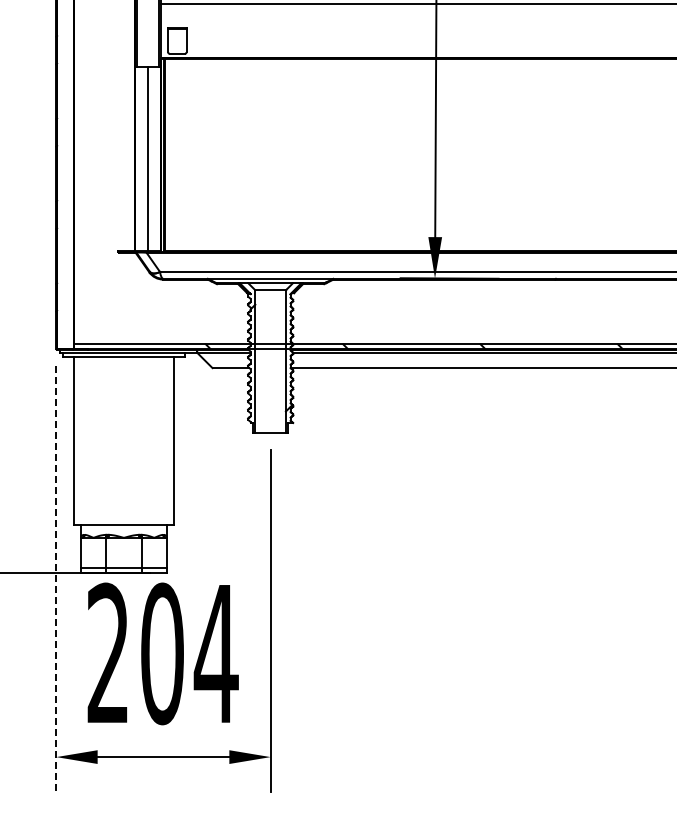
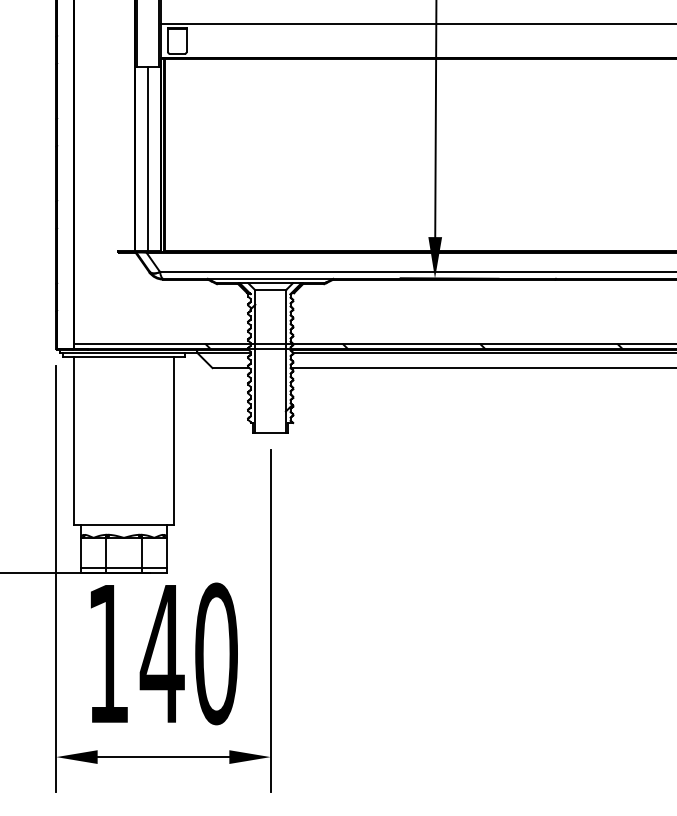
line at (416, 4) position: (416, 4) -> (416, 24)
line at (56, 578): dashed -> solid
text at (162, 653): 204 -> 140
